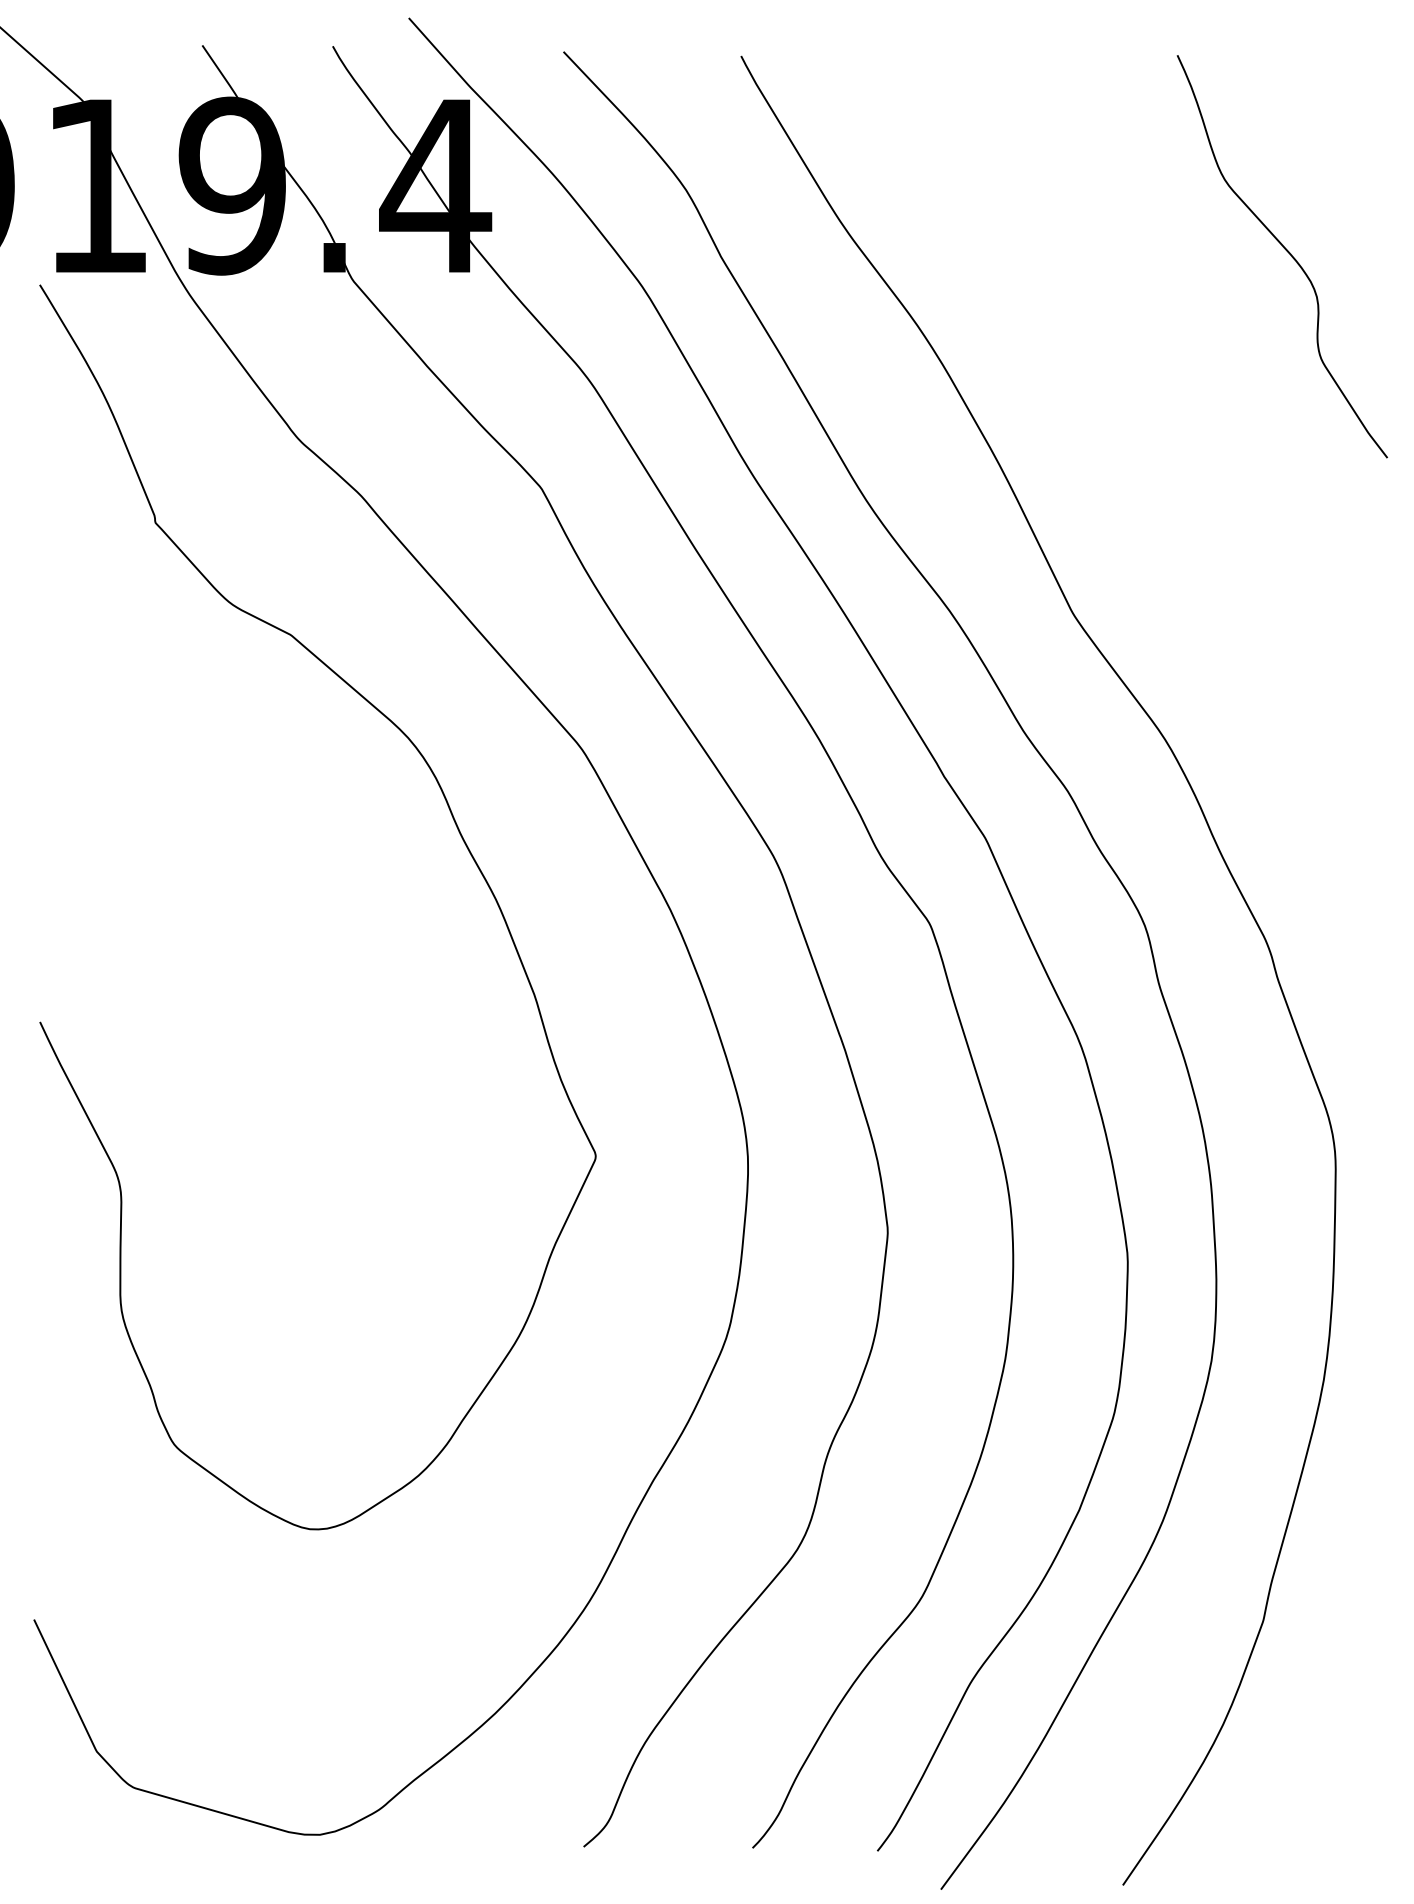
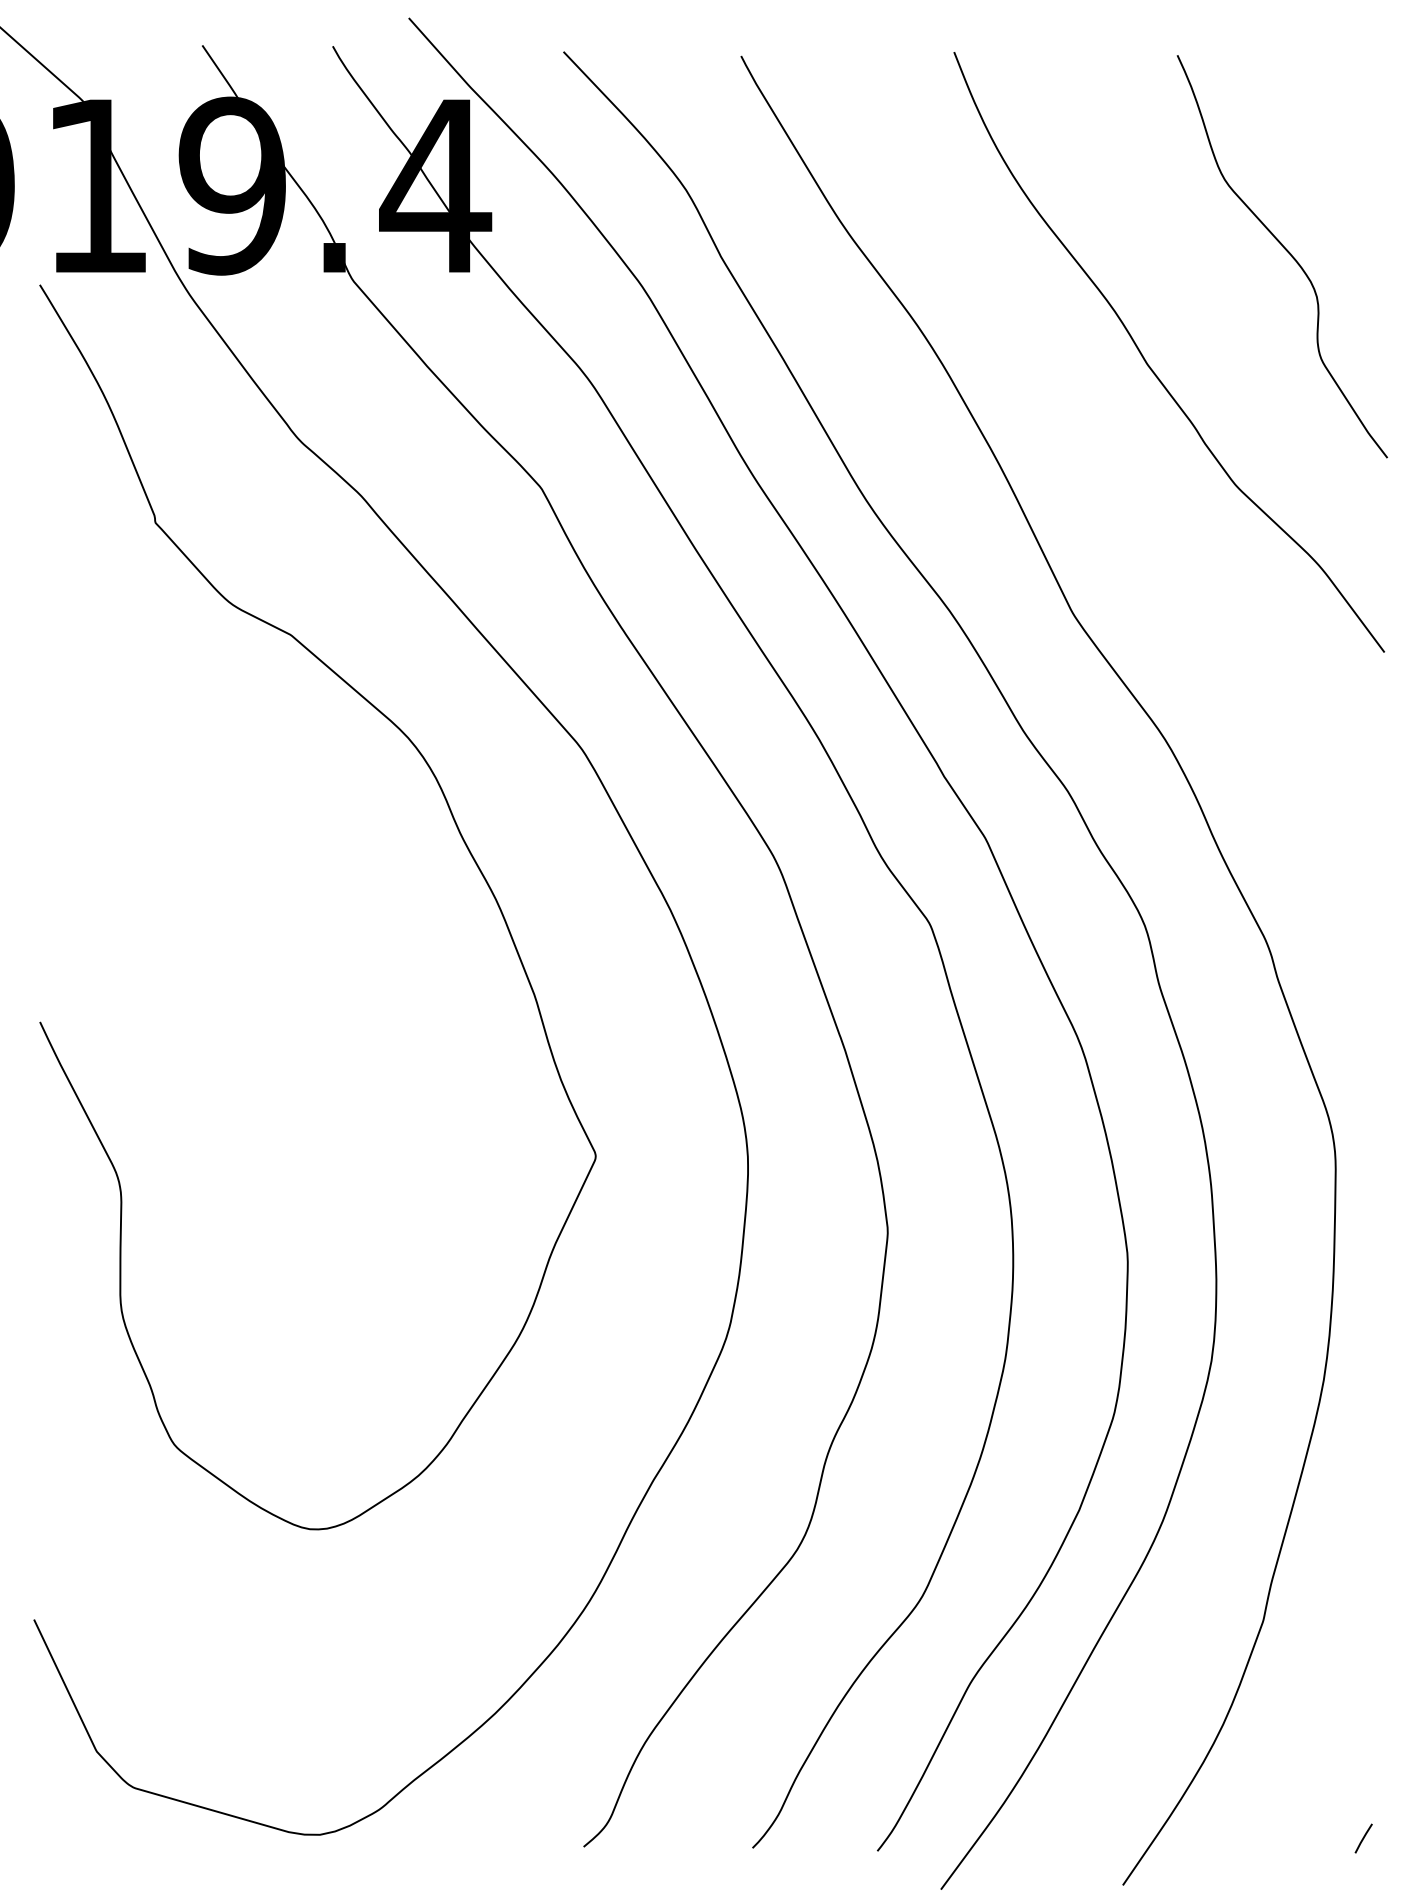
curve at (1150, 366): none -> present
line at (1363, 1838): none -> present
